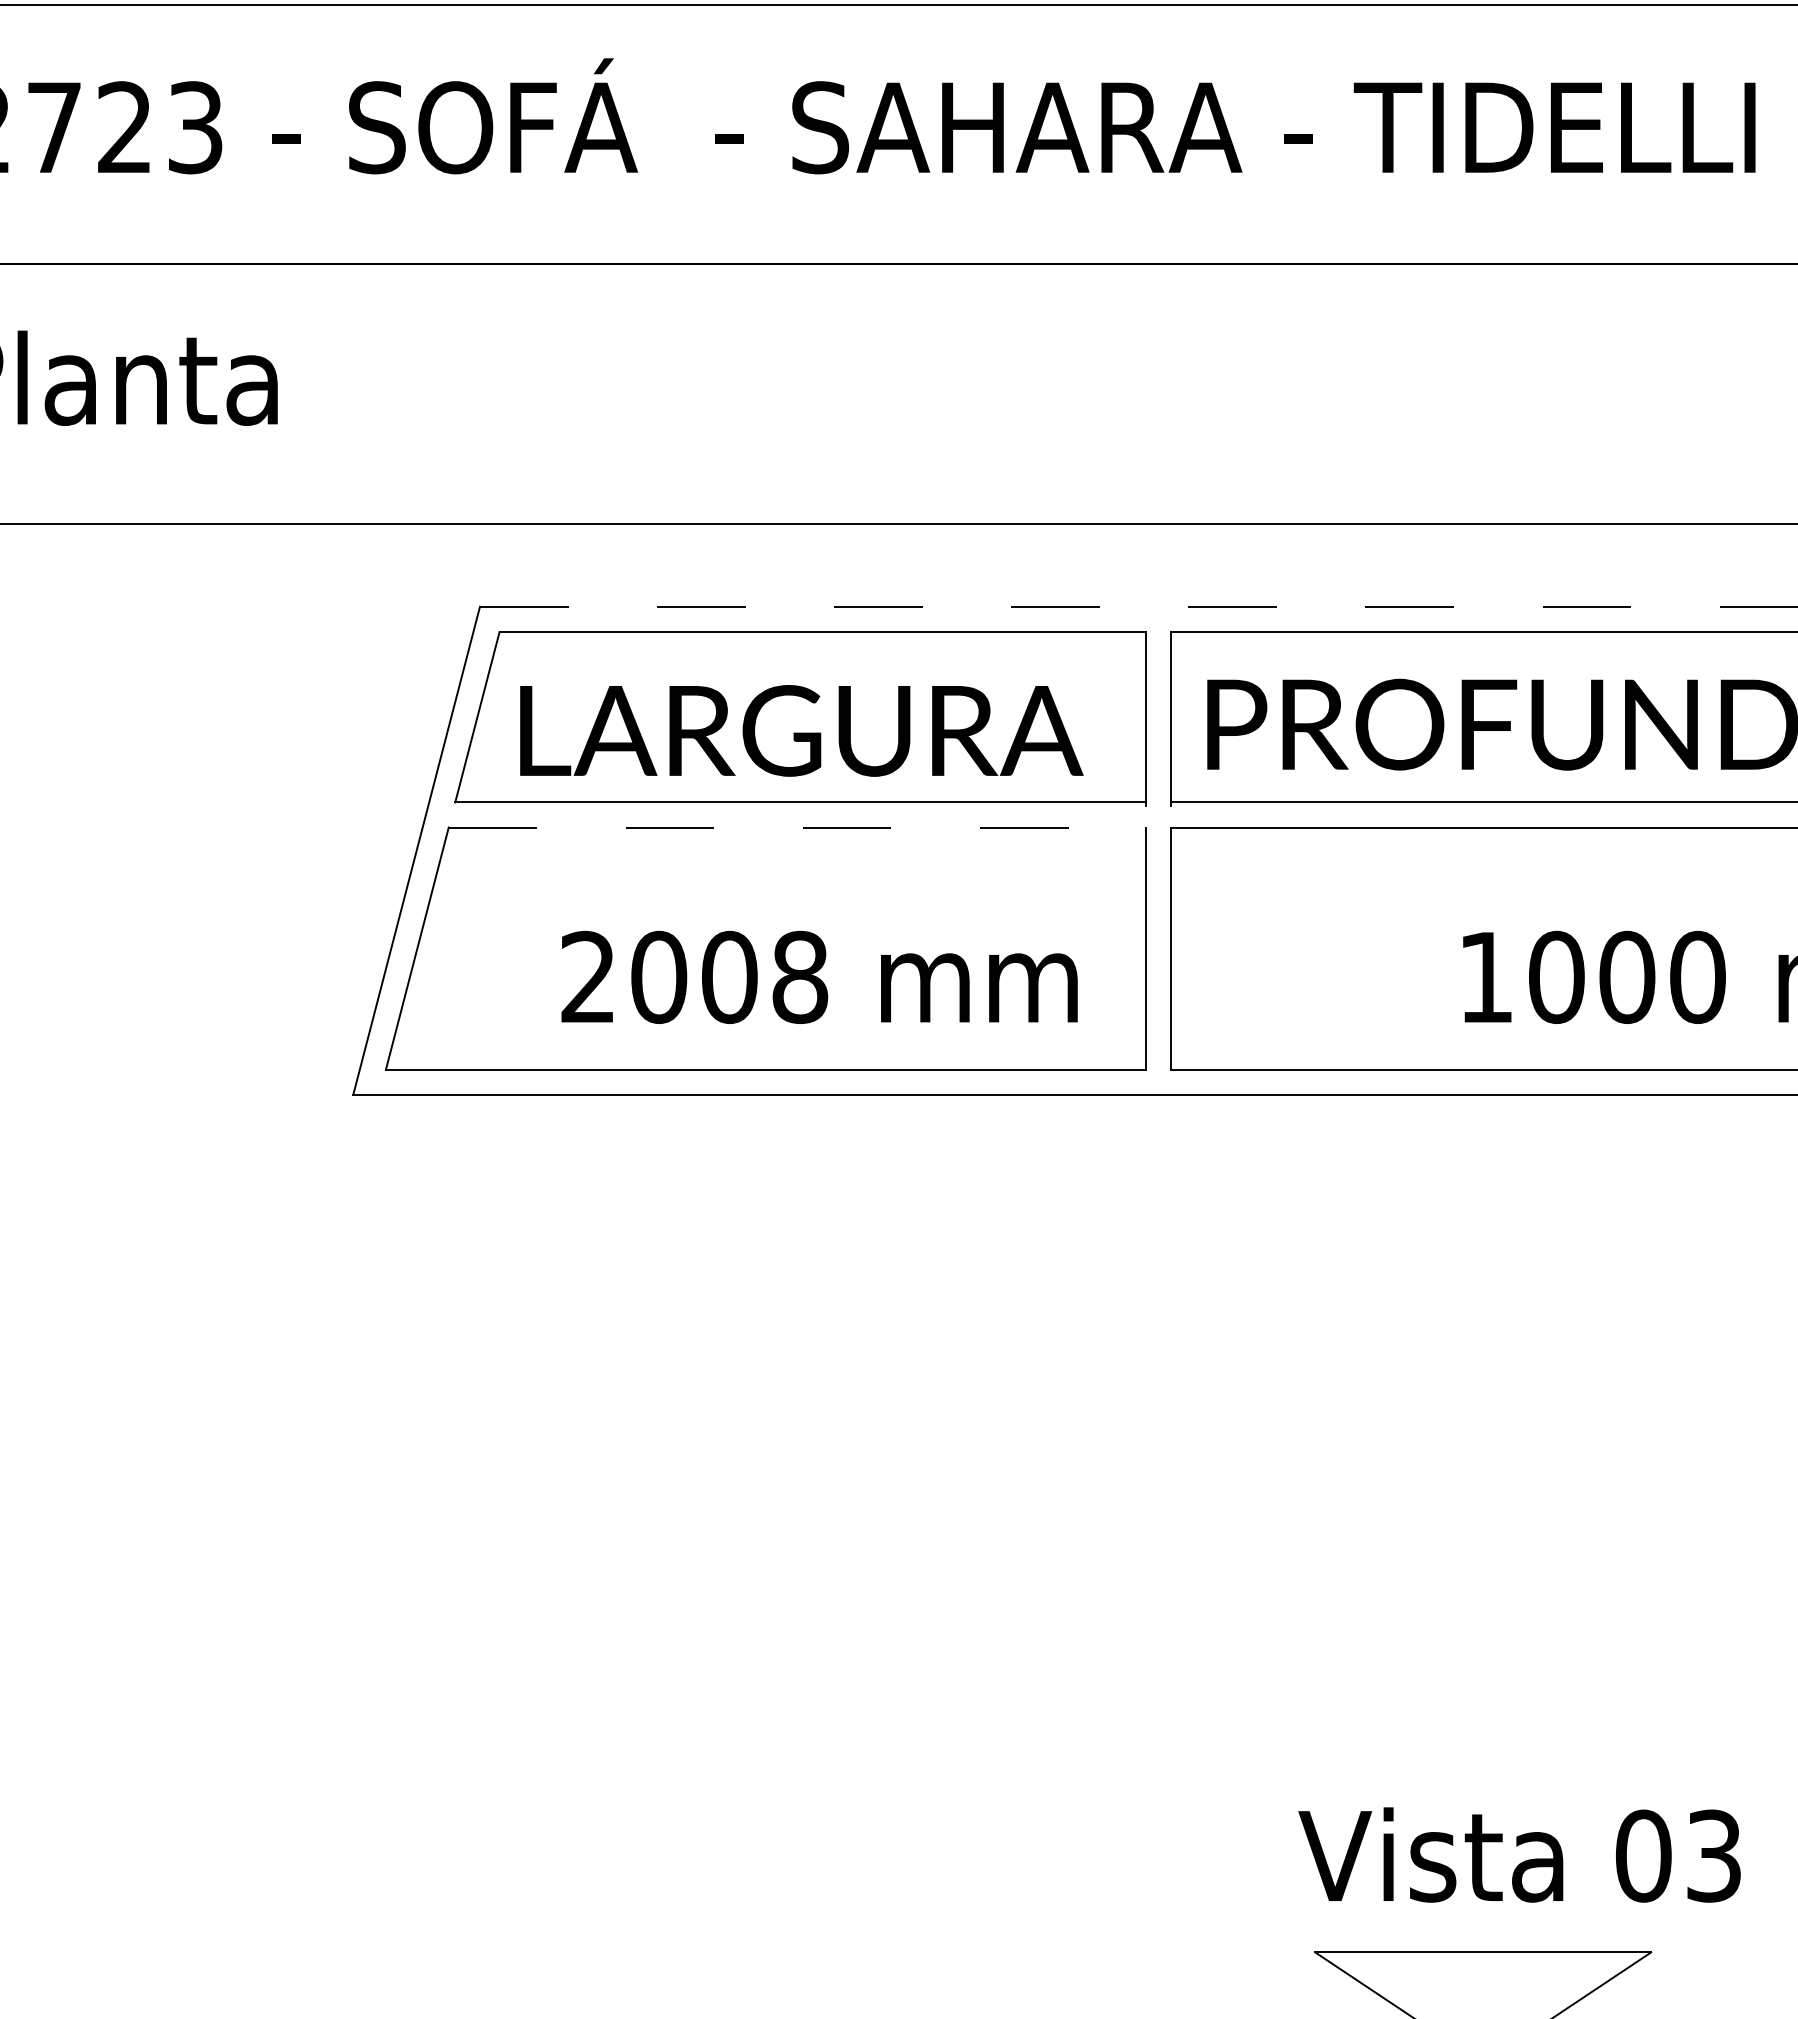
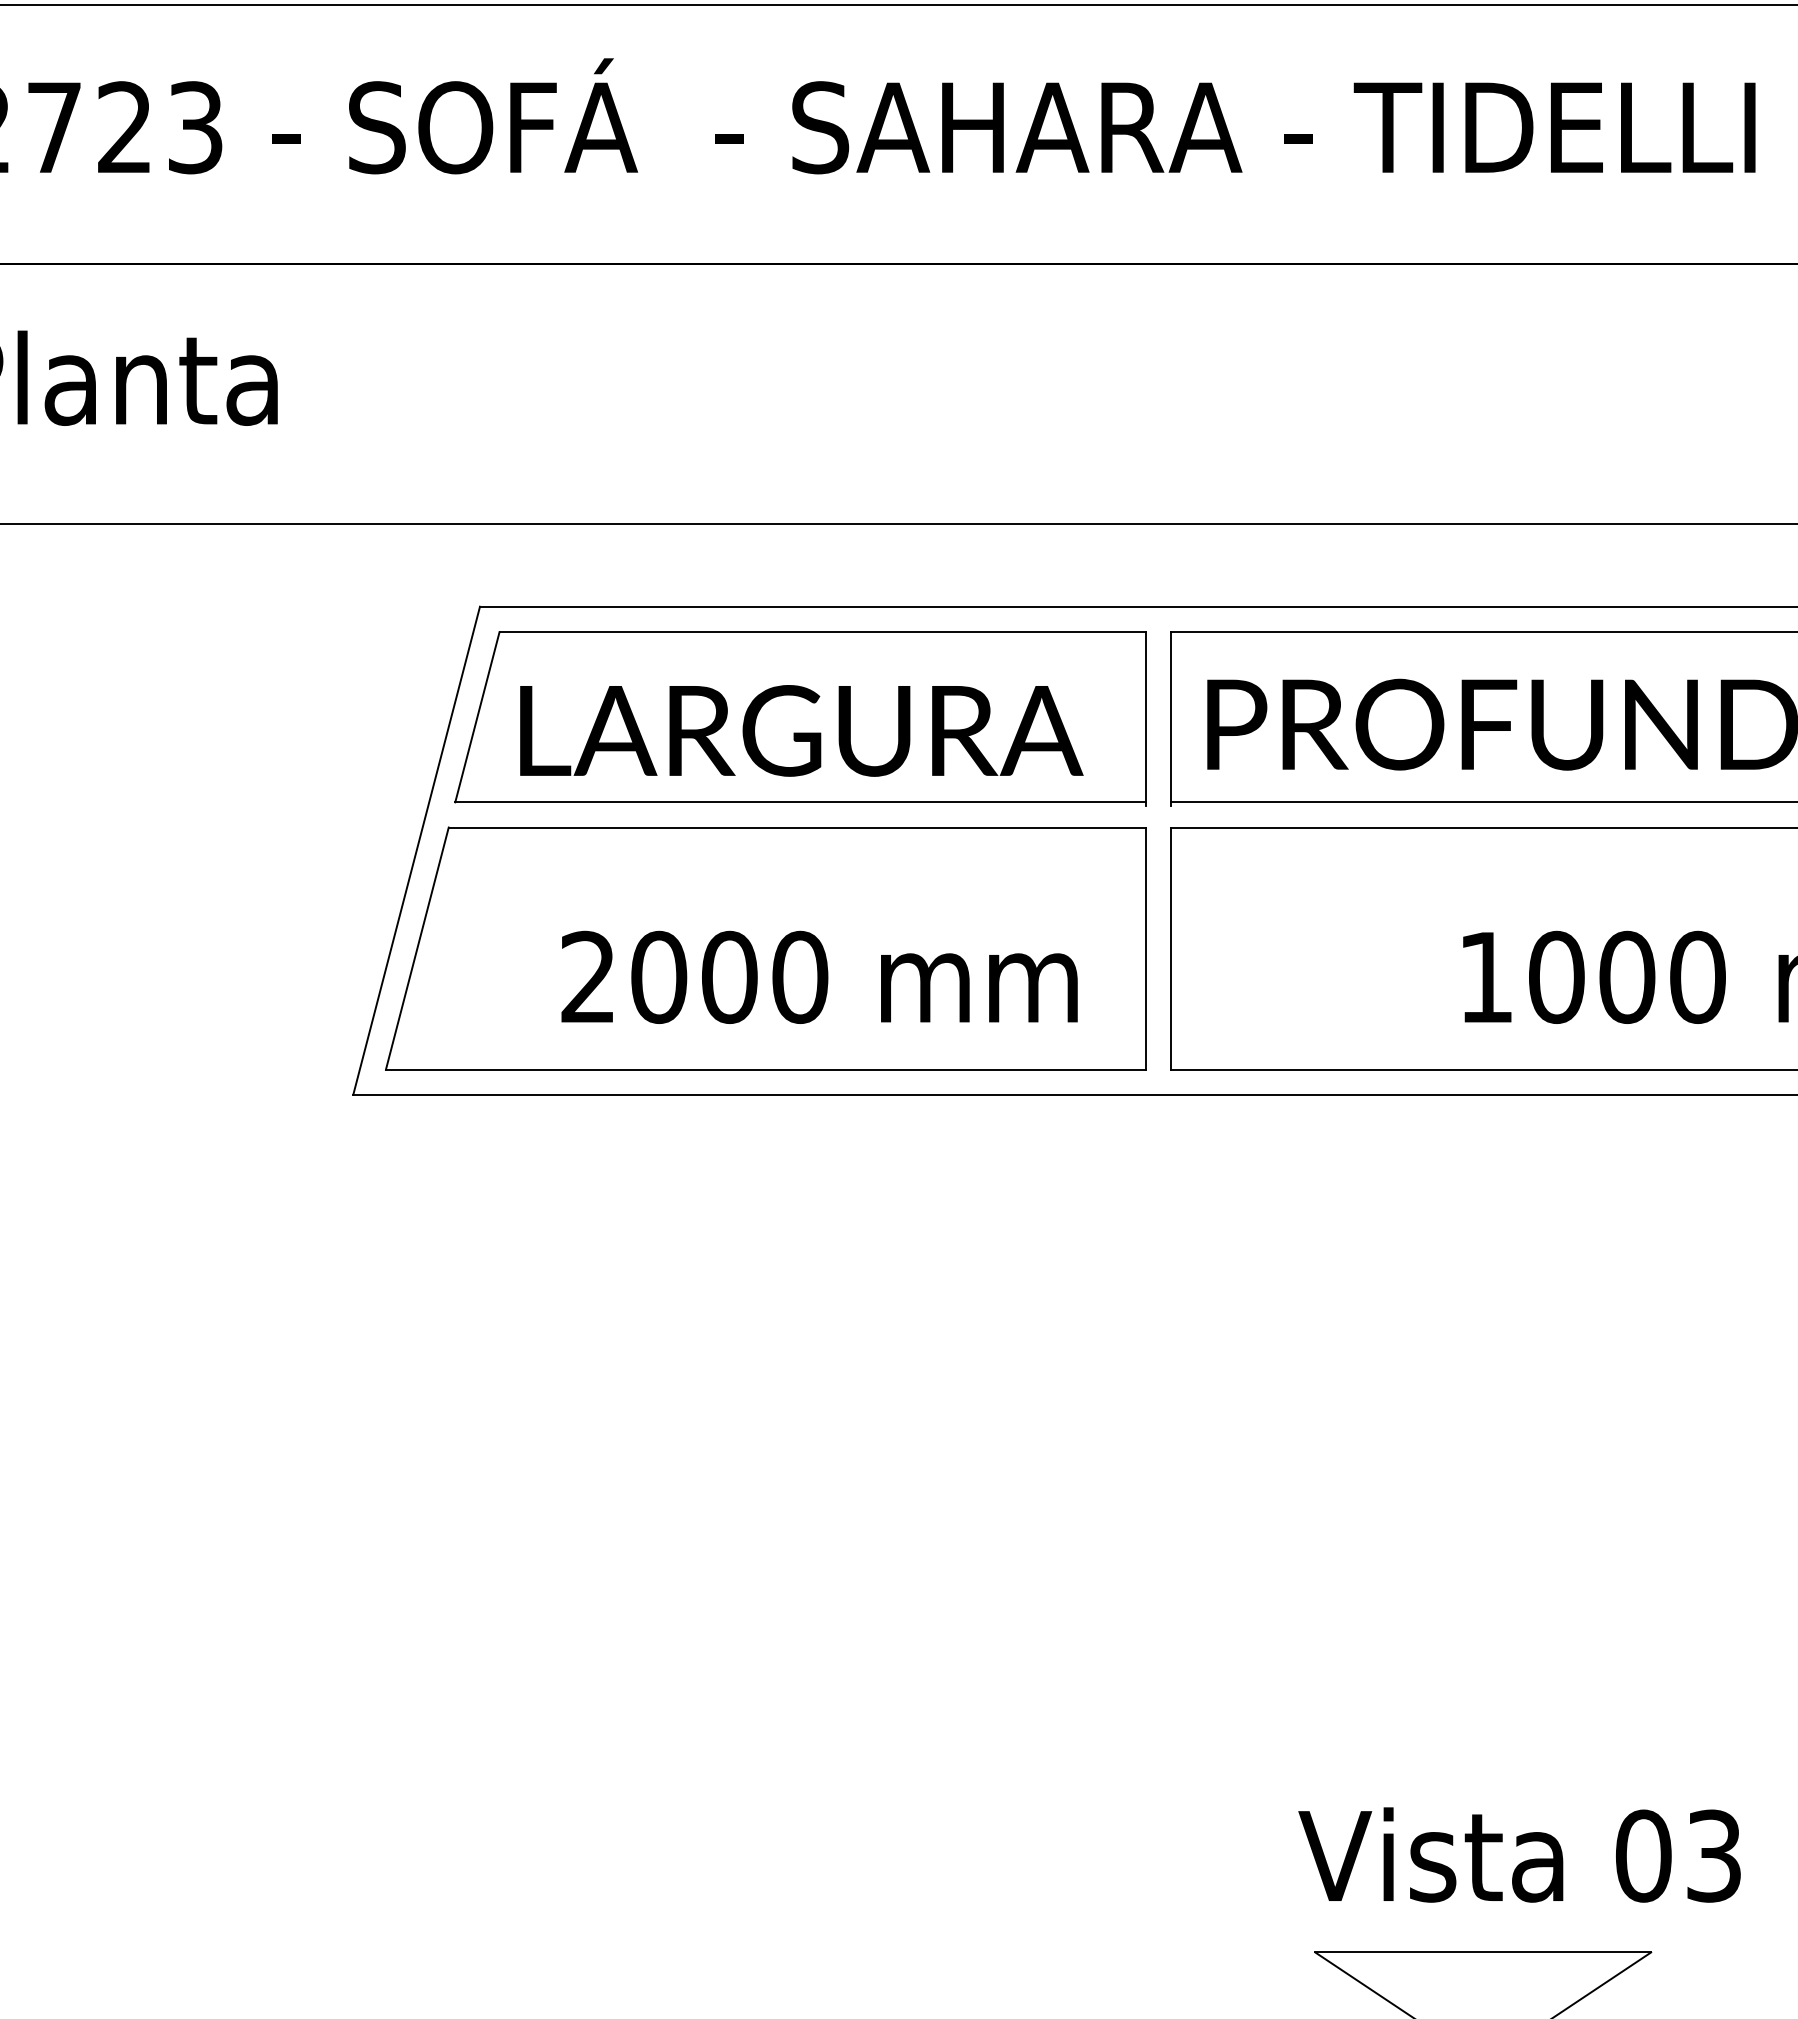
line at (1138, 606): dashed -> solid
line at (797, 827): dashed -> solid
text at (800, 977): 2008 -> 2000
